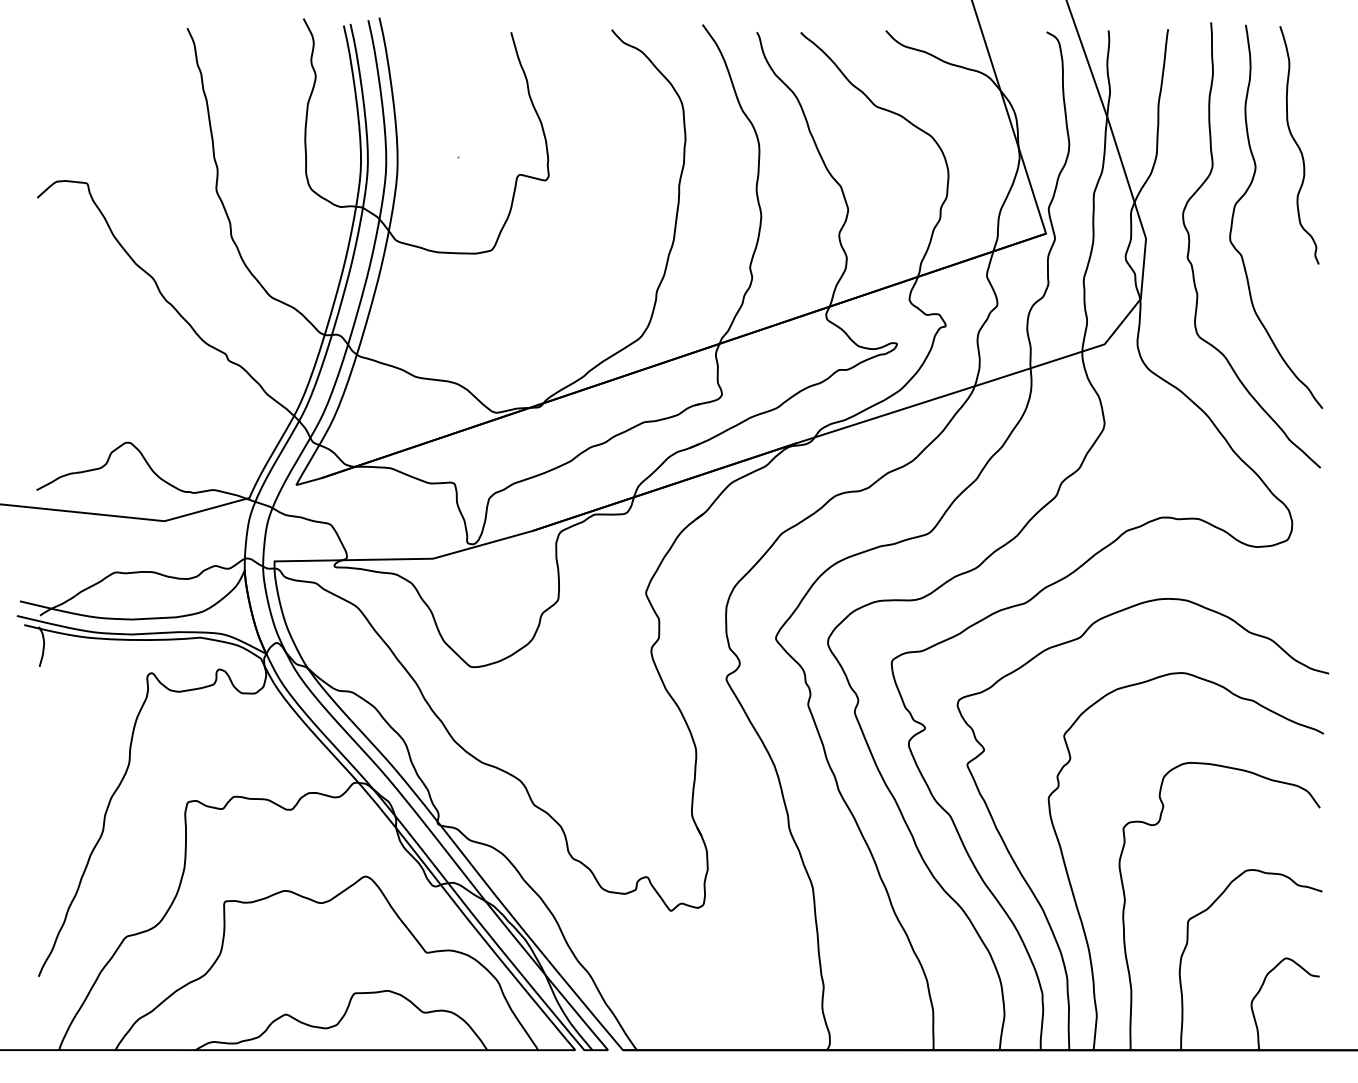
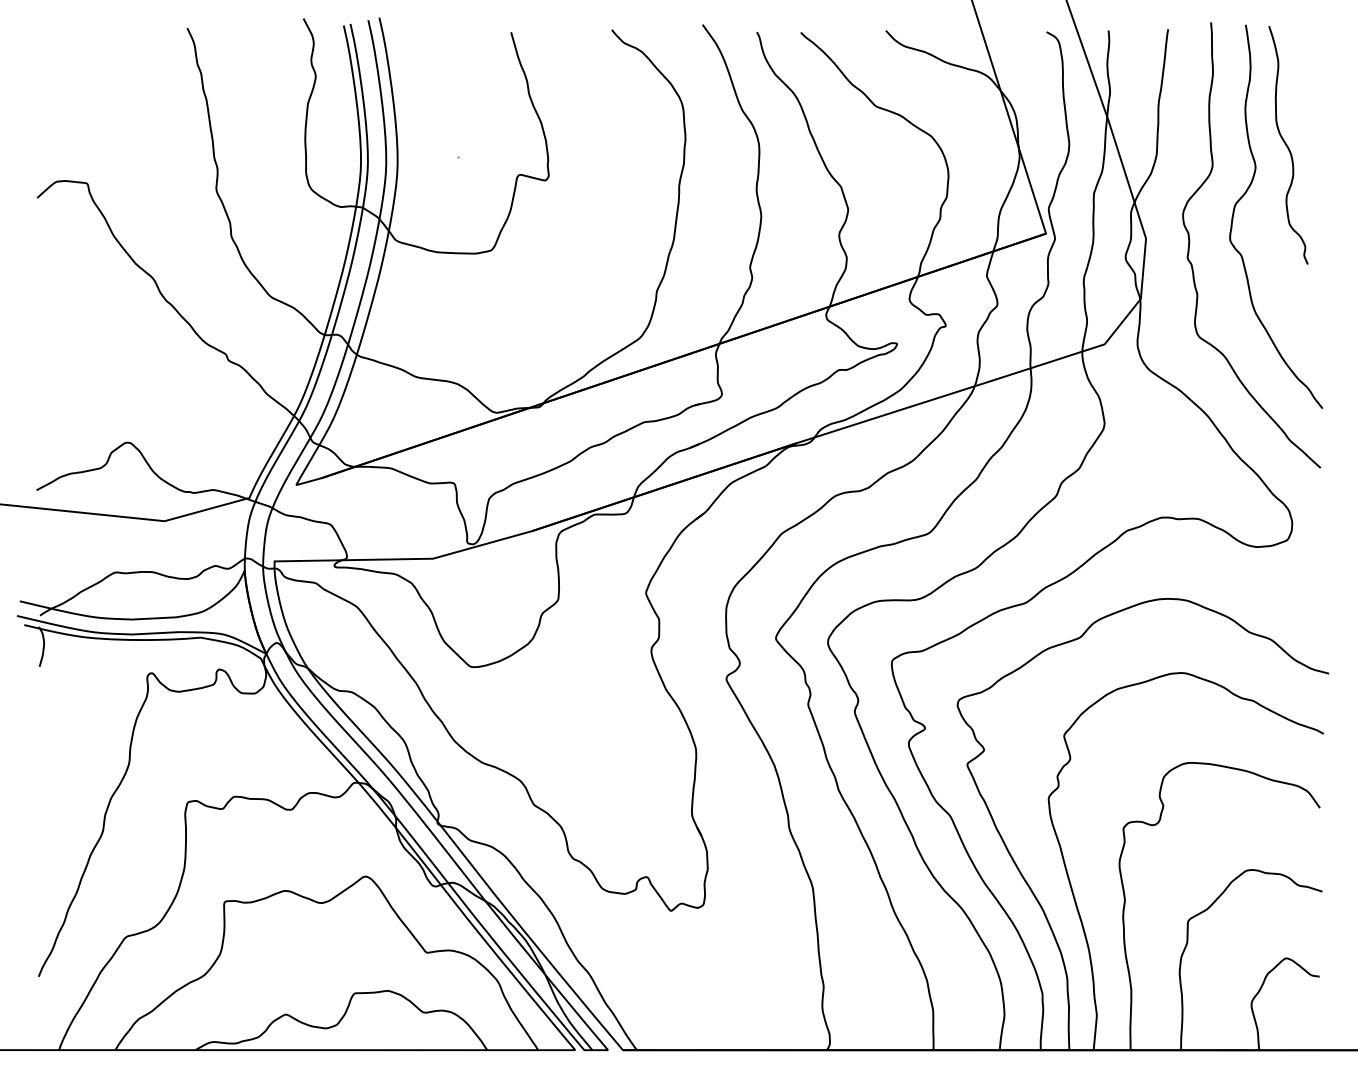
curve at (1298, 145) position: (1298, 145) -> (1287, 145)
